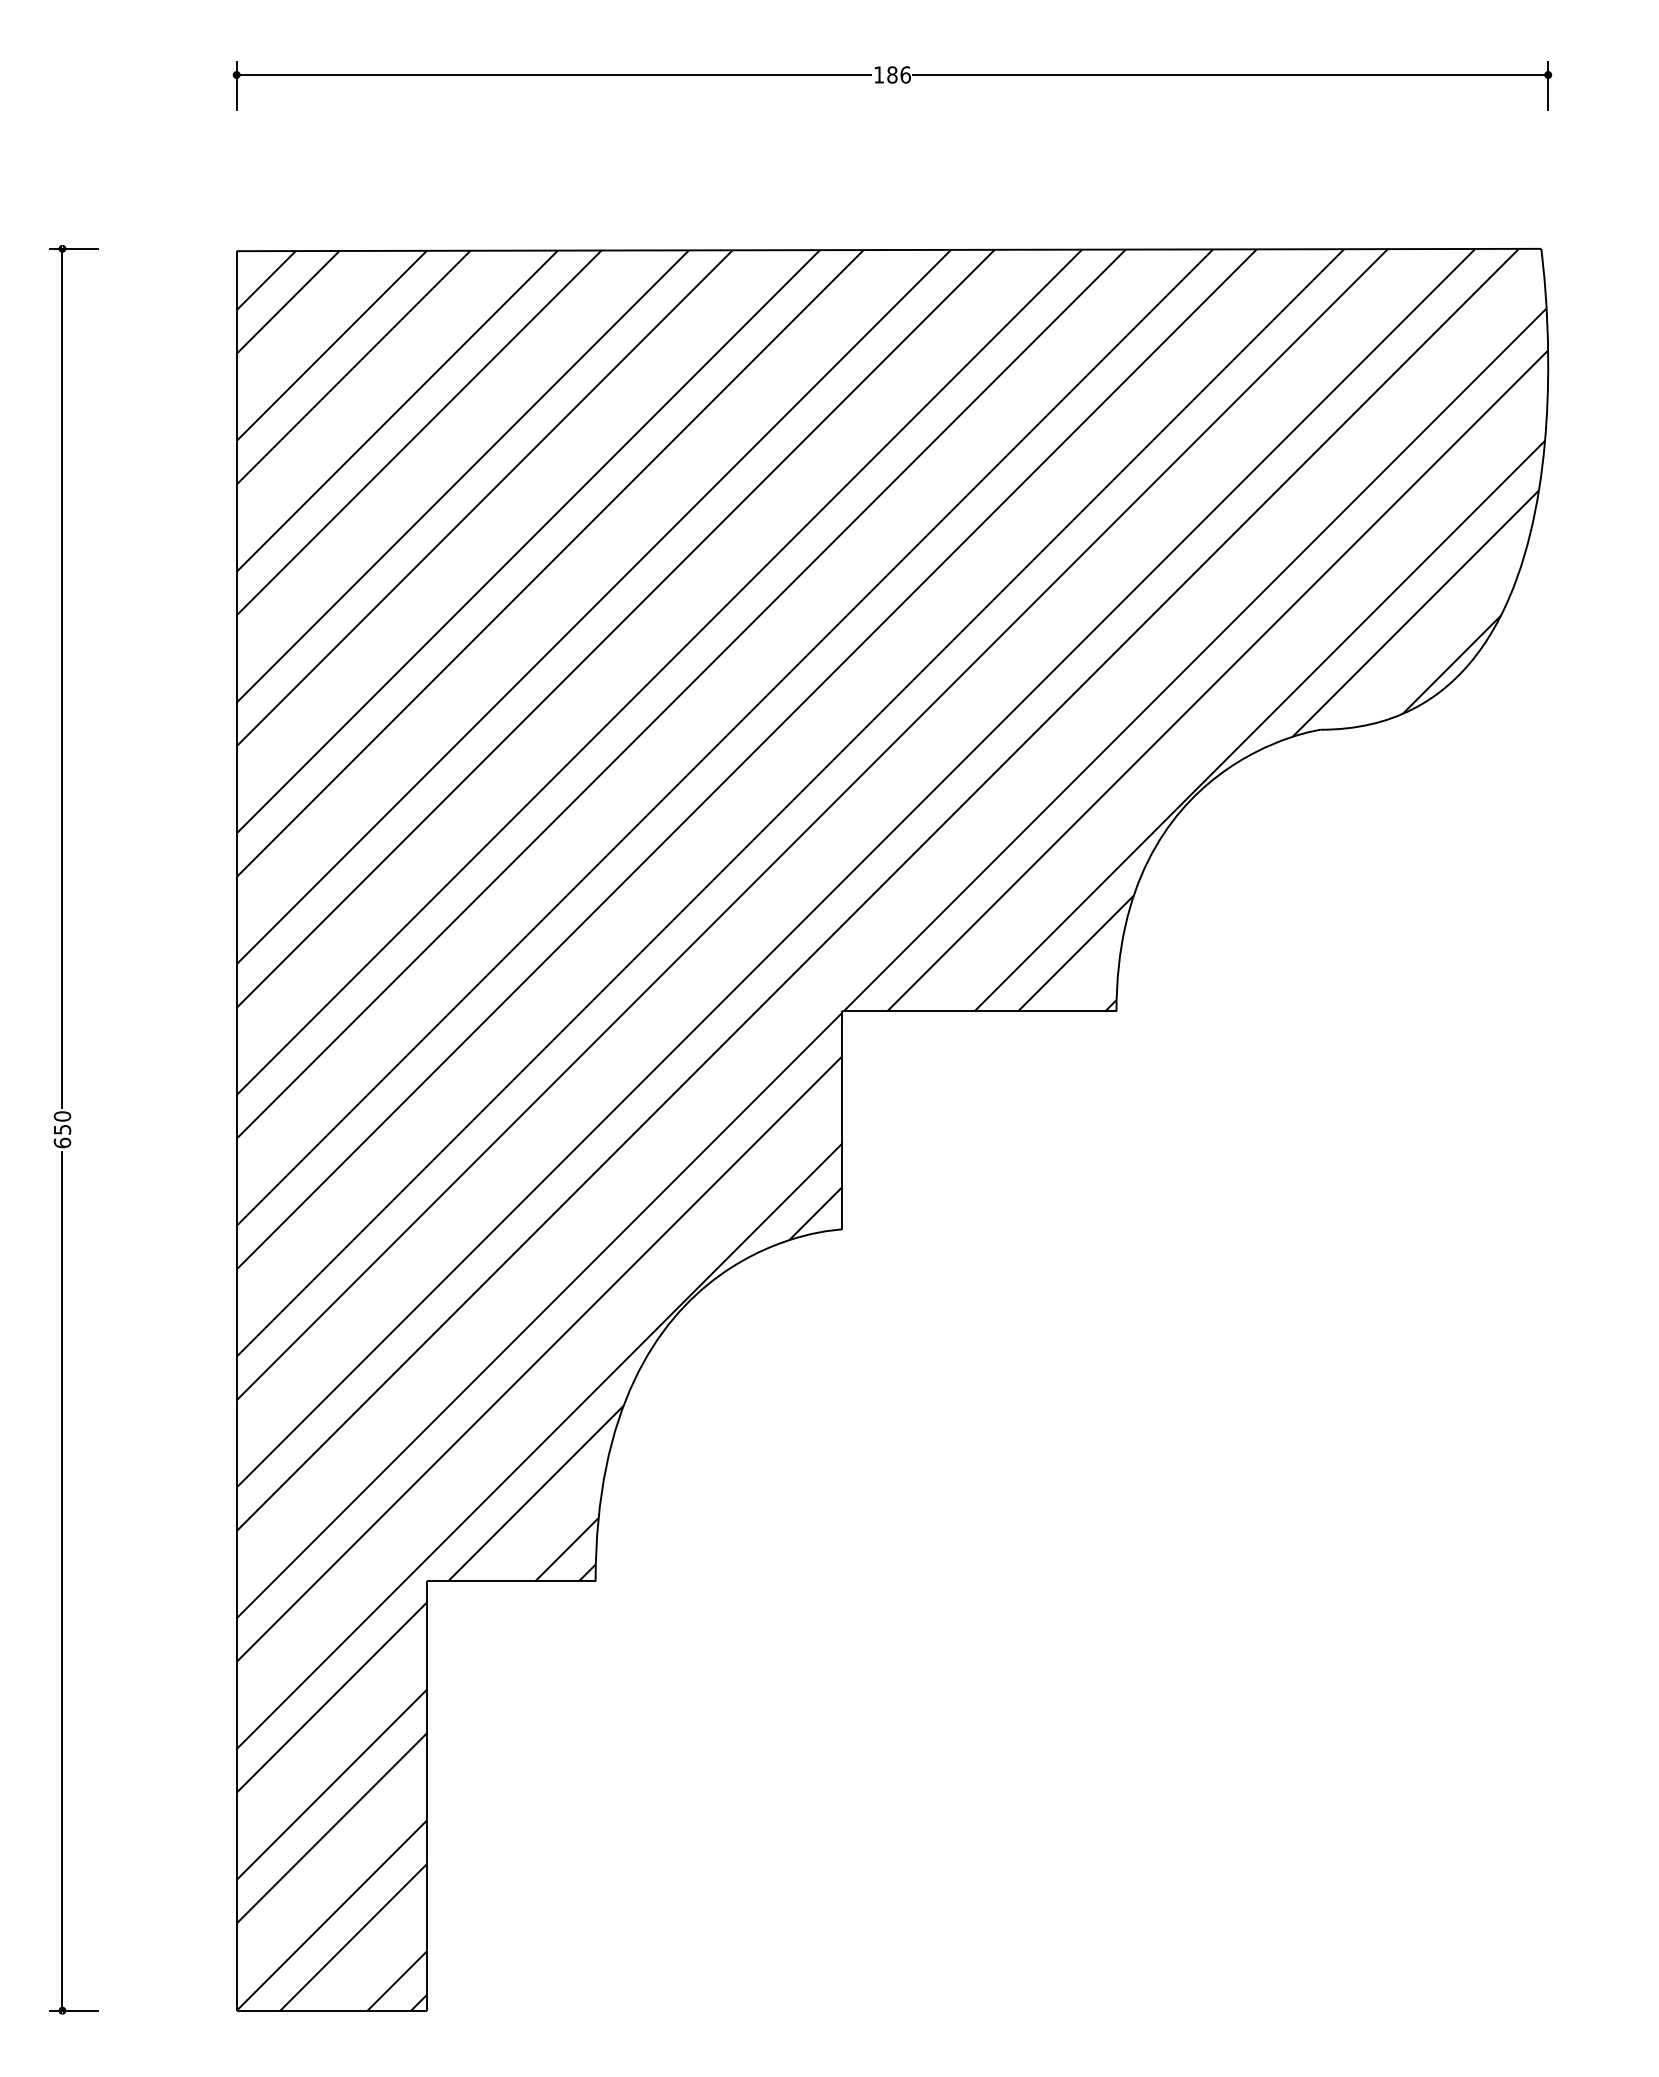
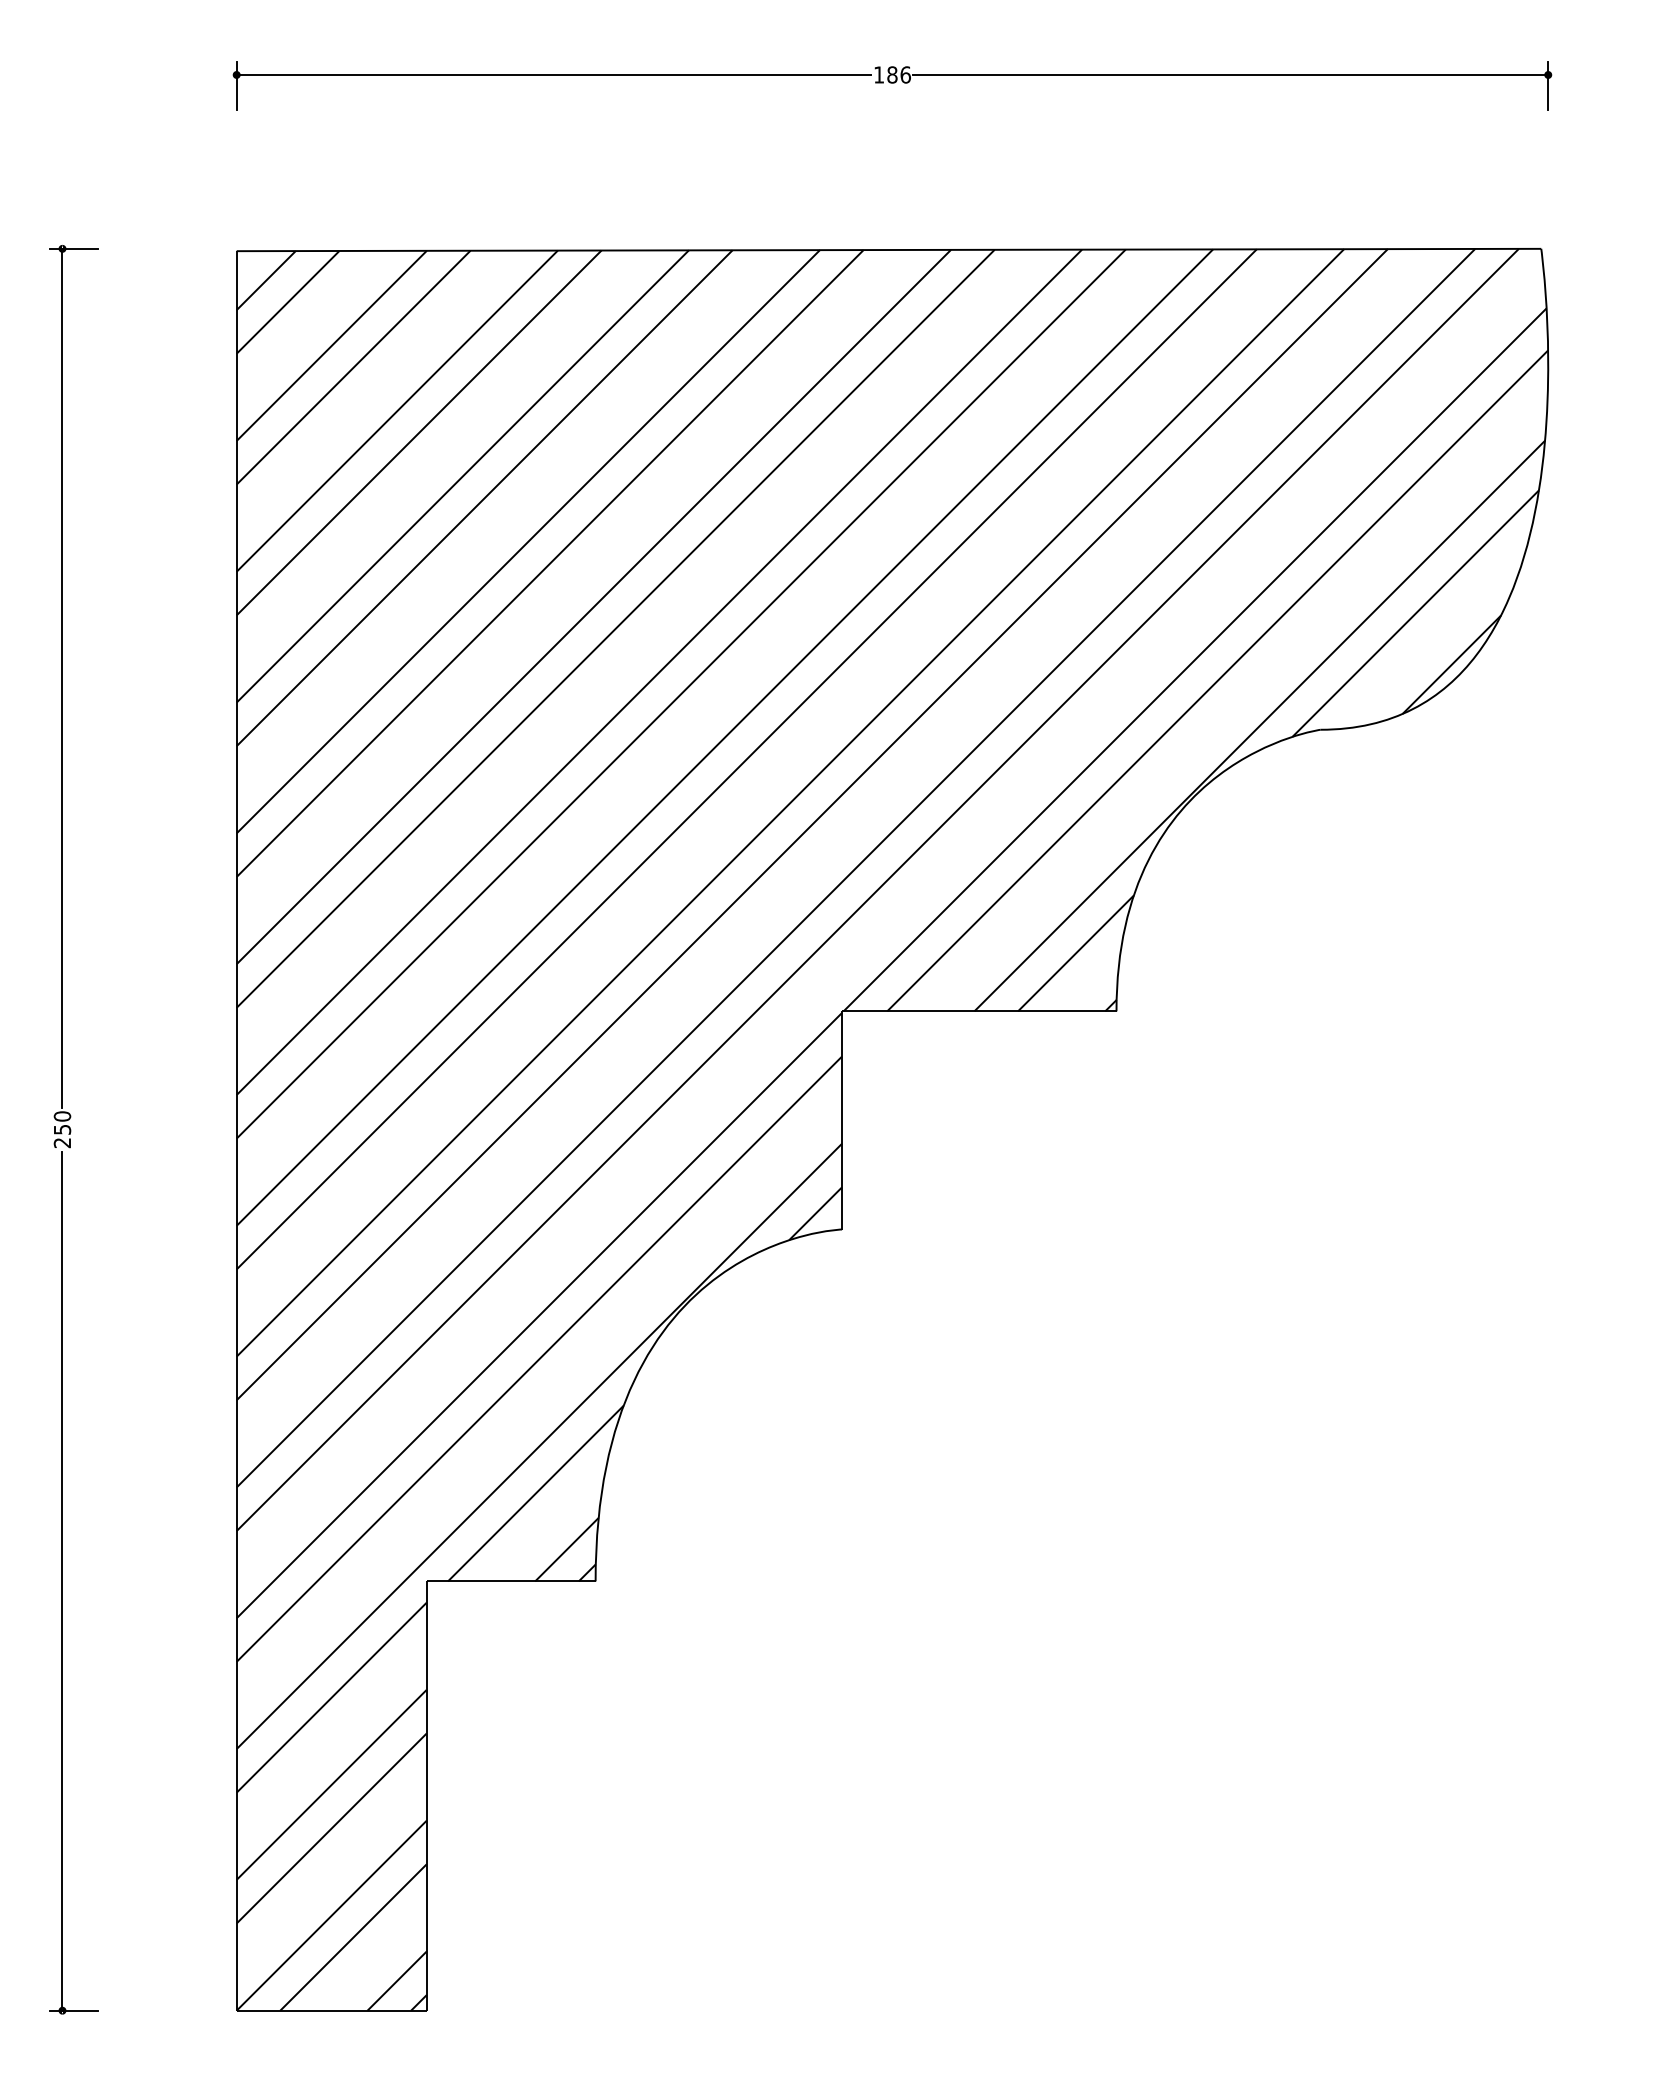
text at (62, 1142): 650 -> 250
